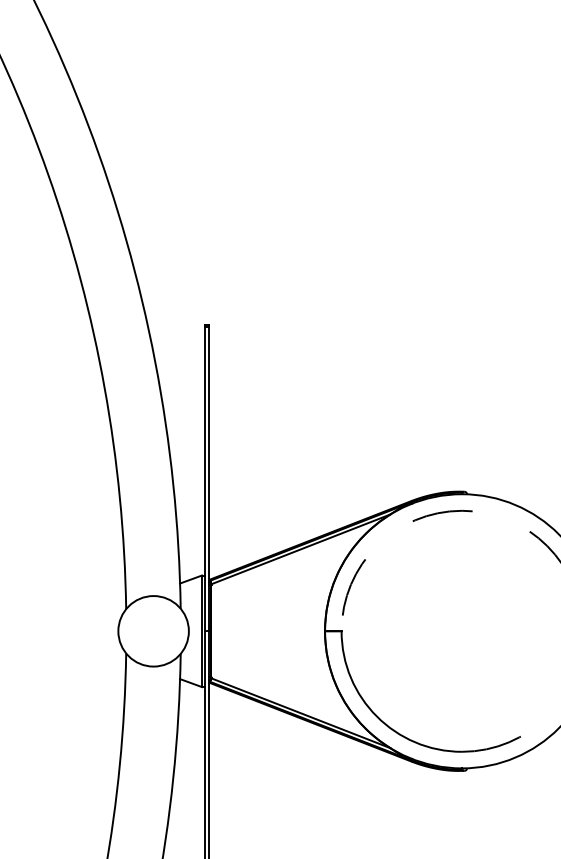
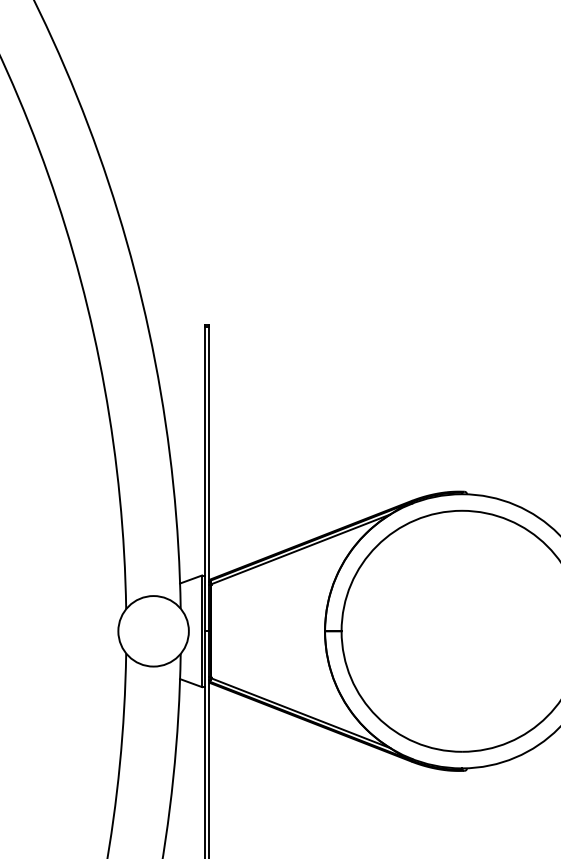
arc at (482, 512): dashed -> solid
